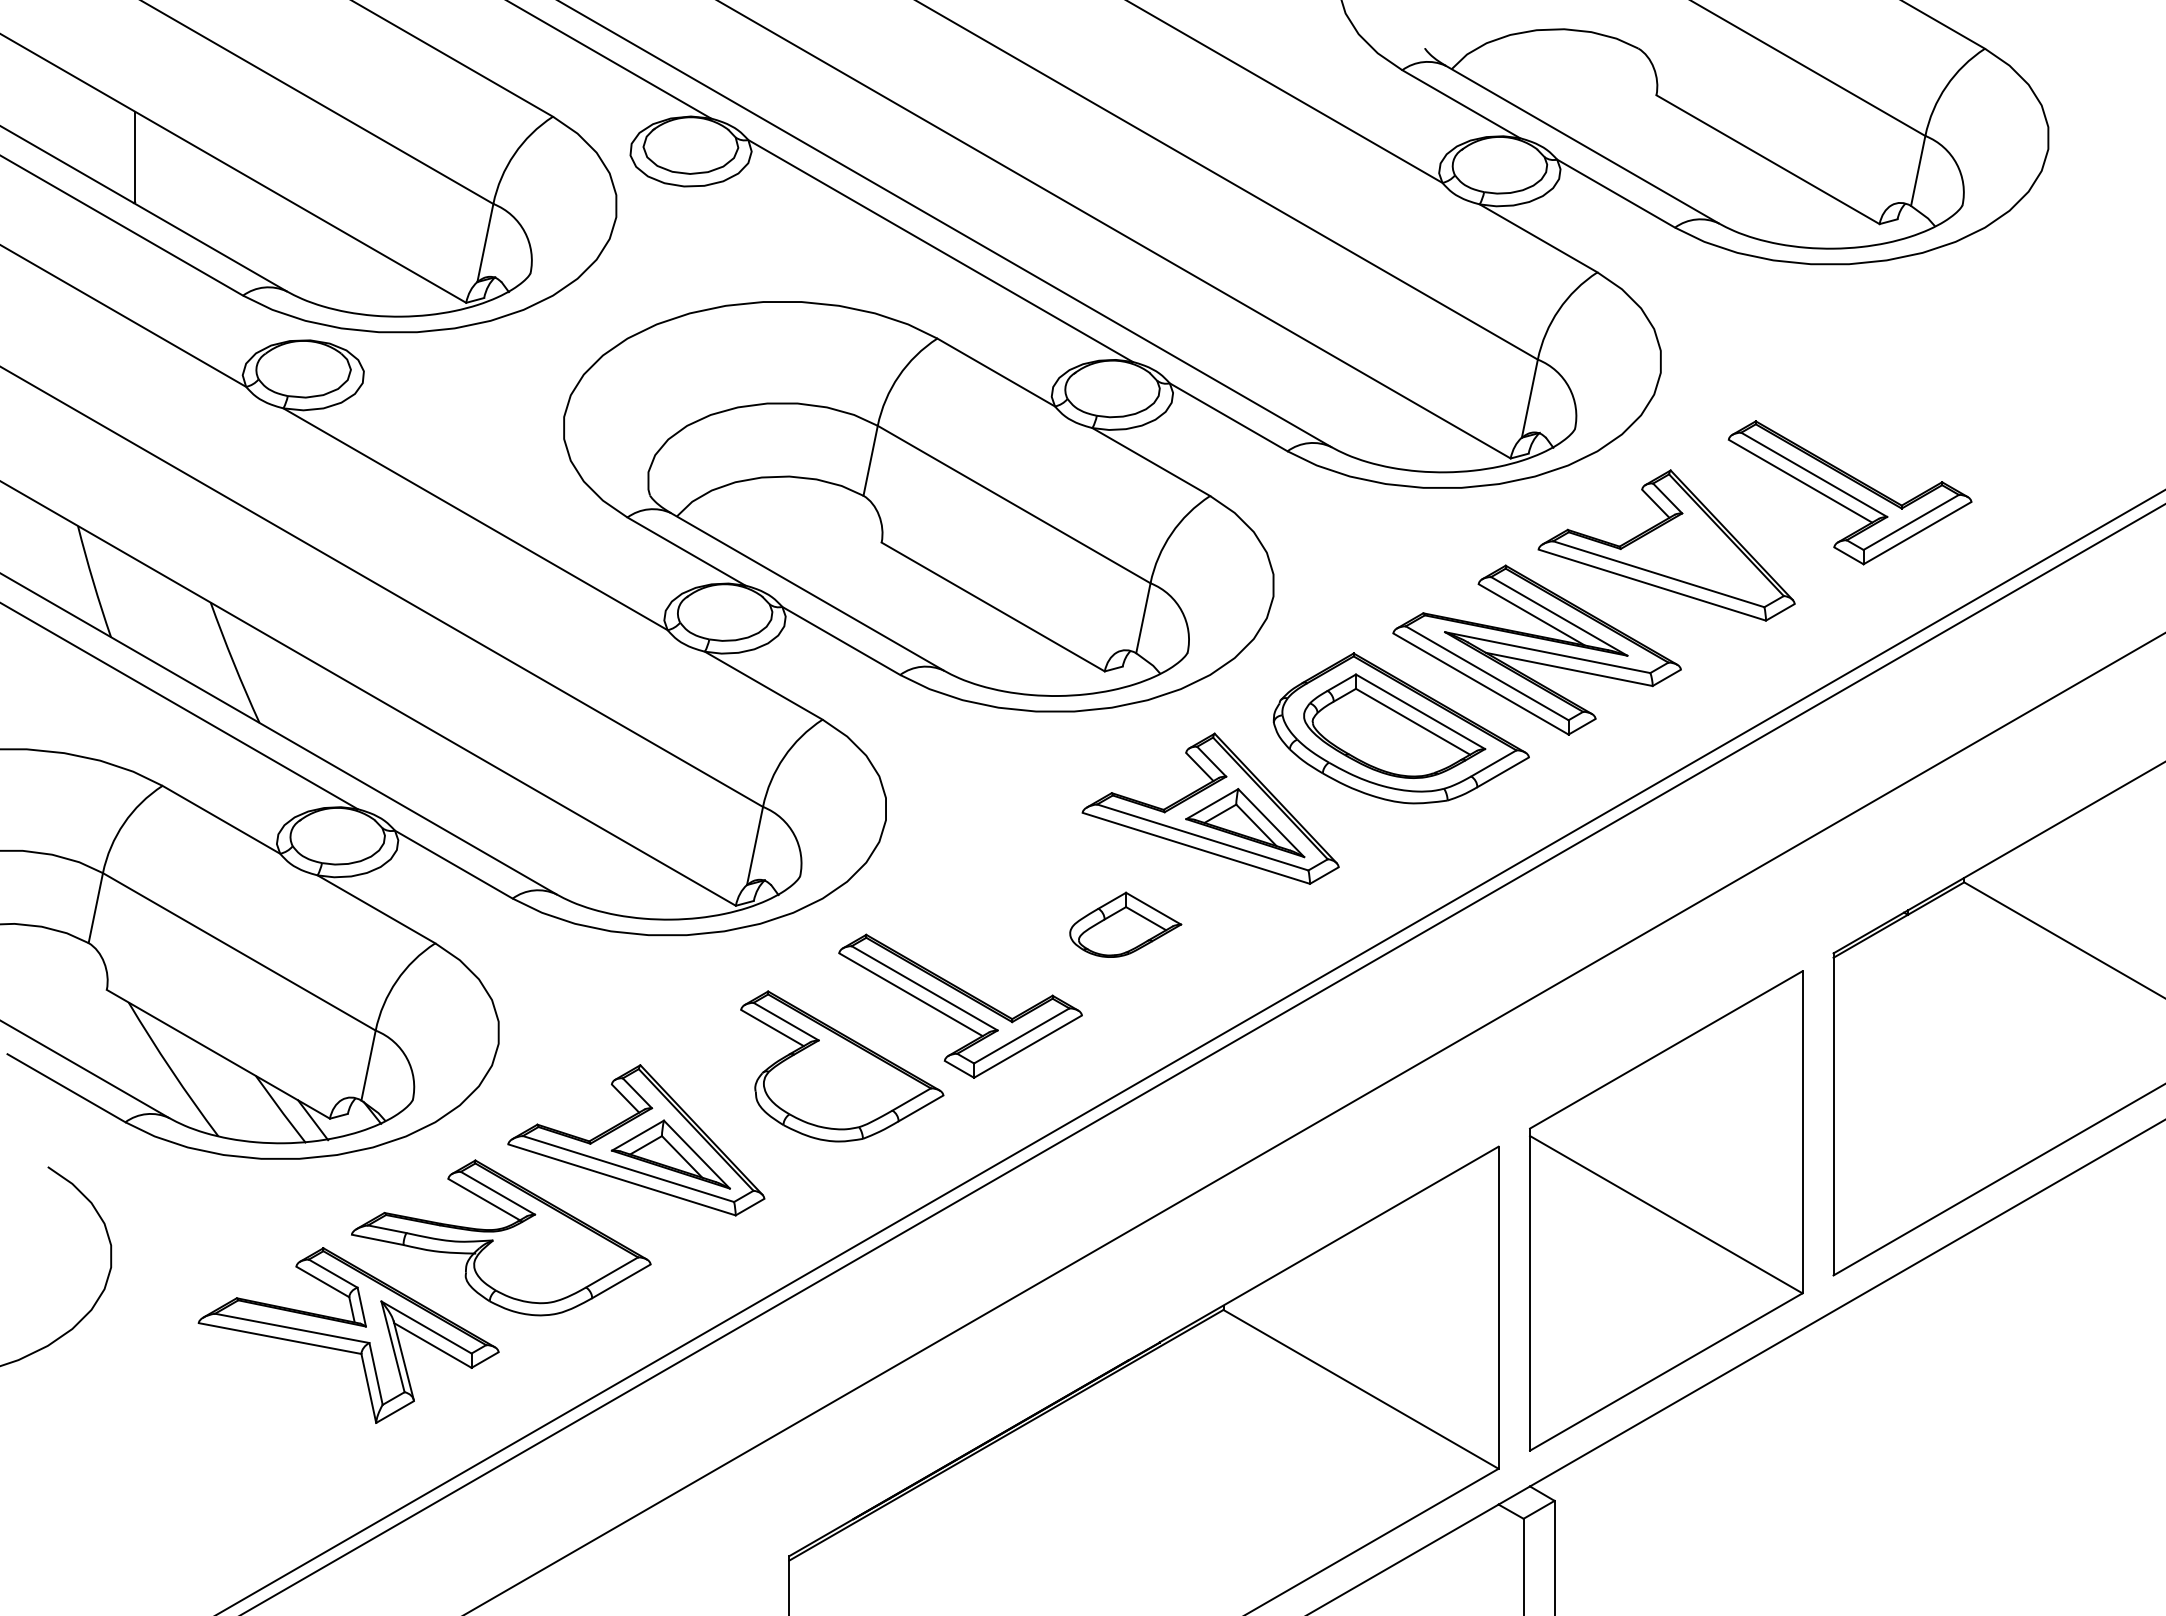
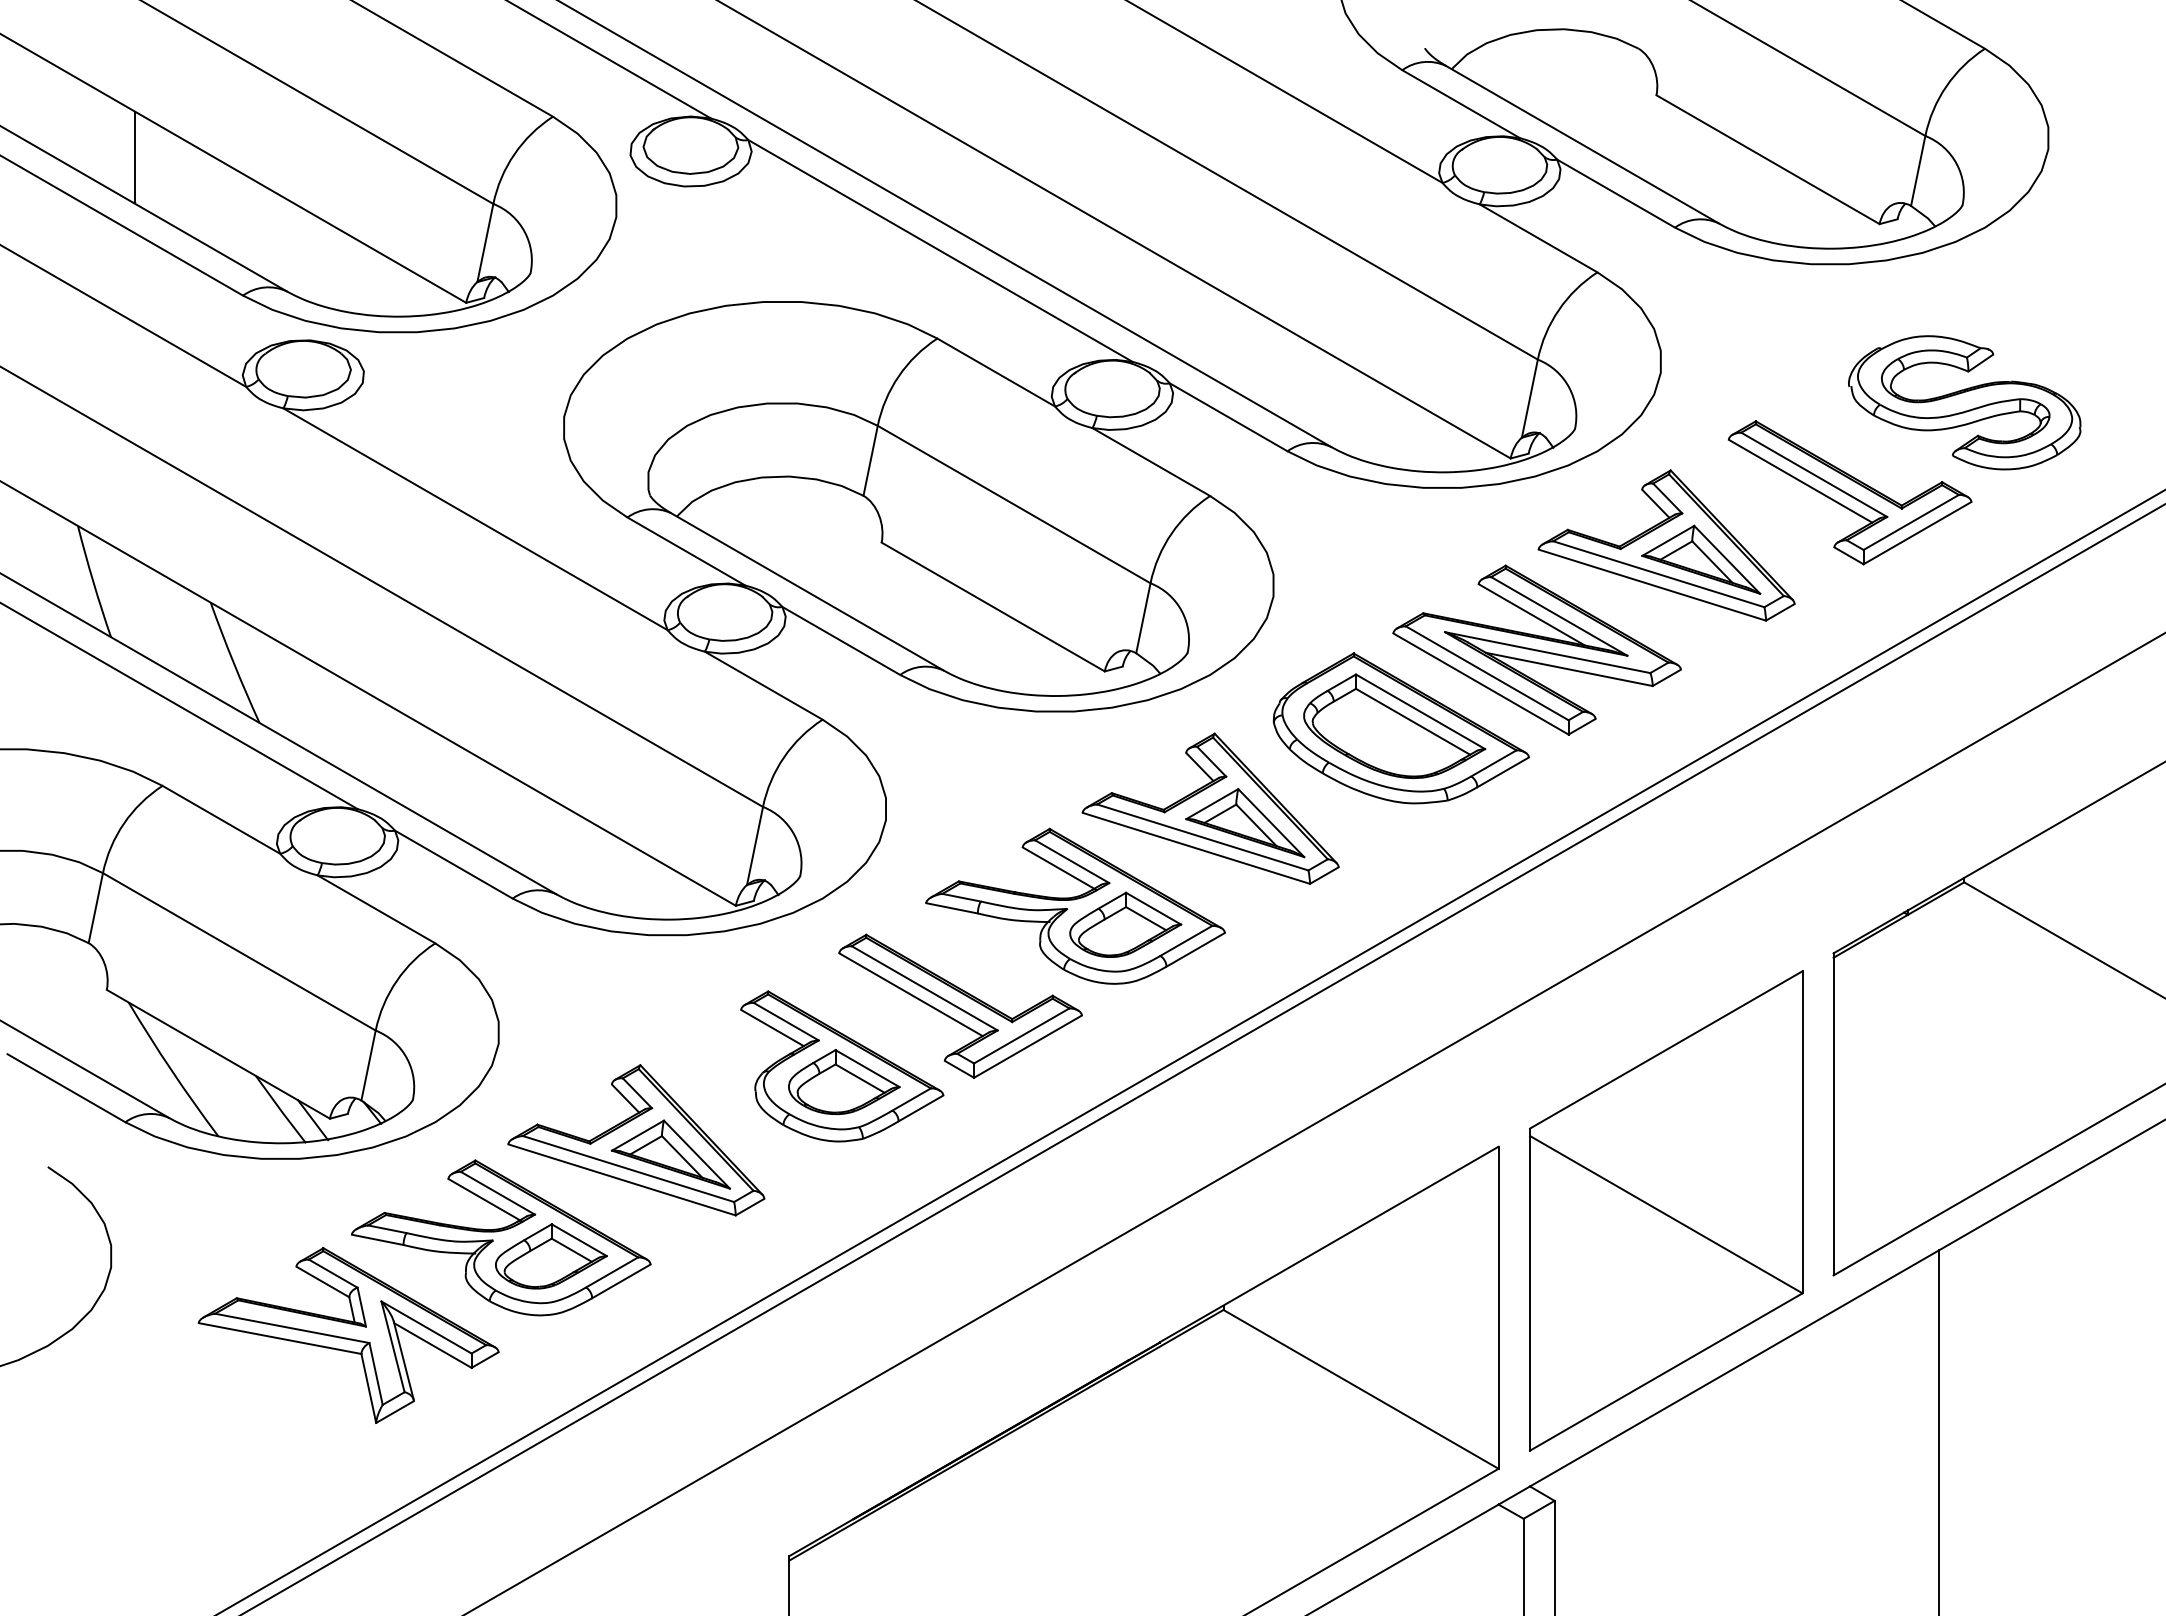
part at (1964, 402): none -> present
part at (1701, 559): none -> present
part at (1075, 905): none -> present
part at (844, 1081): none -> present
part at (551, 1256): none -> present
line at (1939, 1431): none -> present
